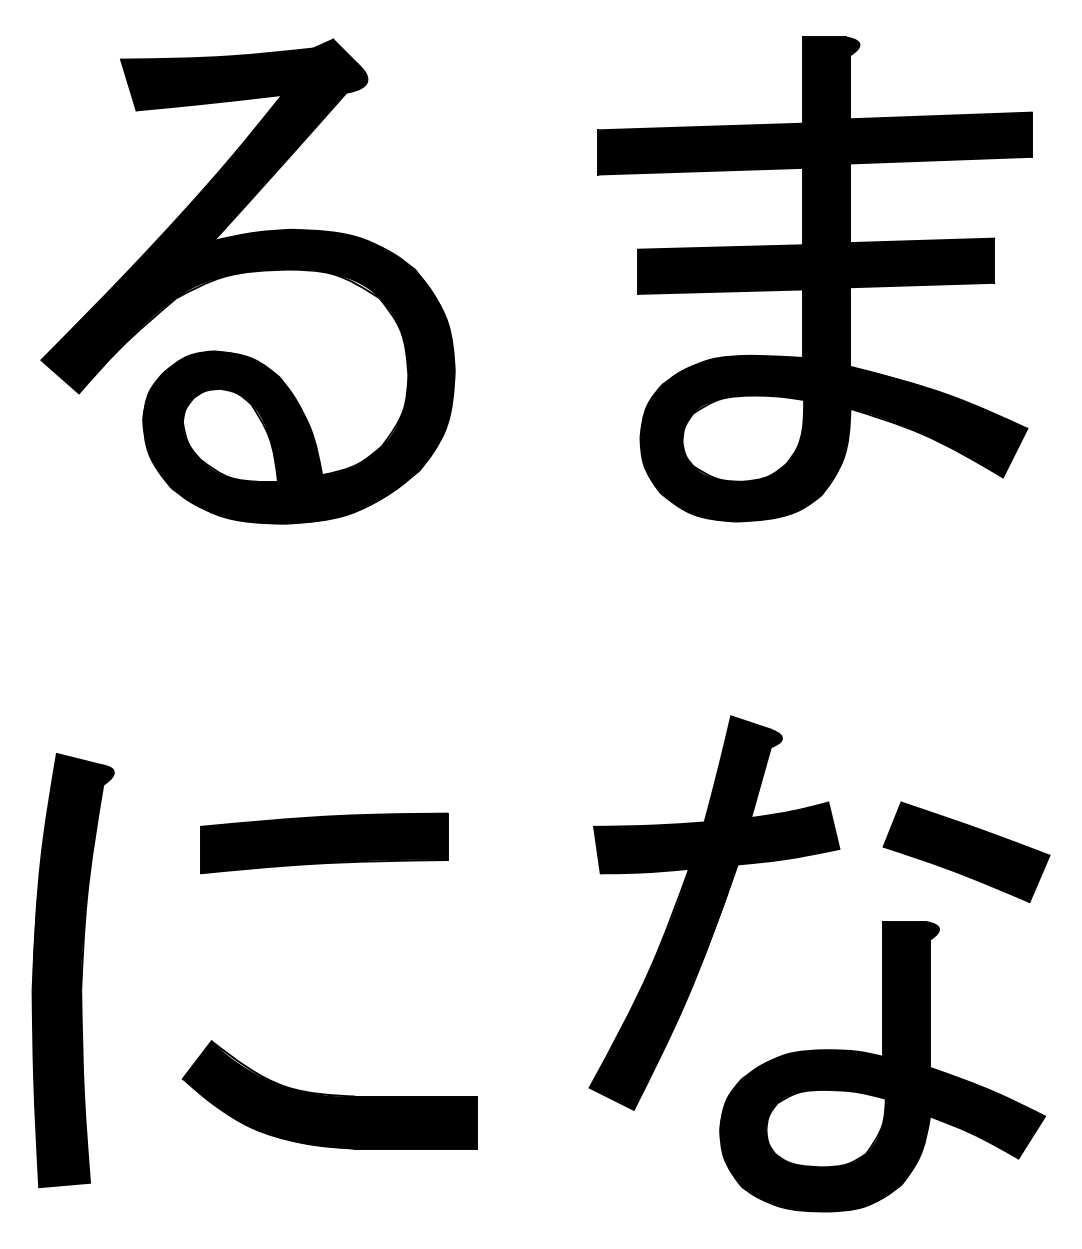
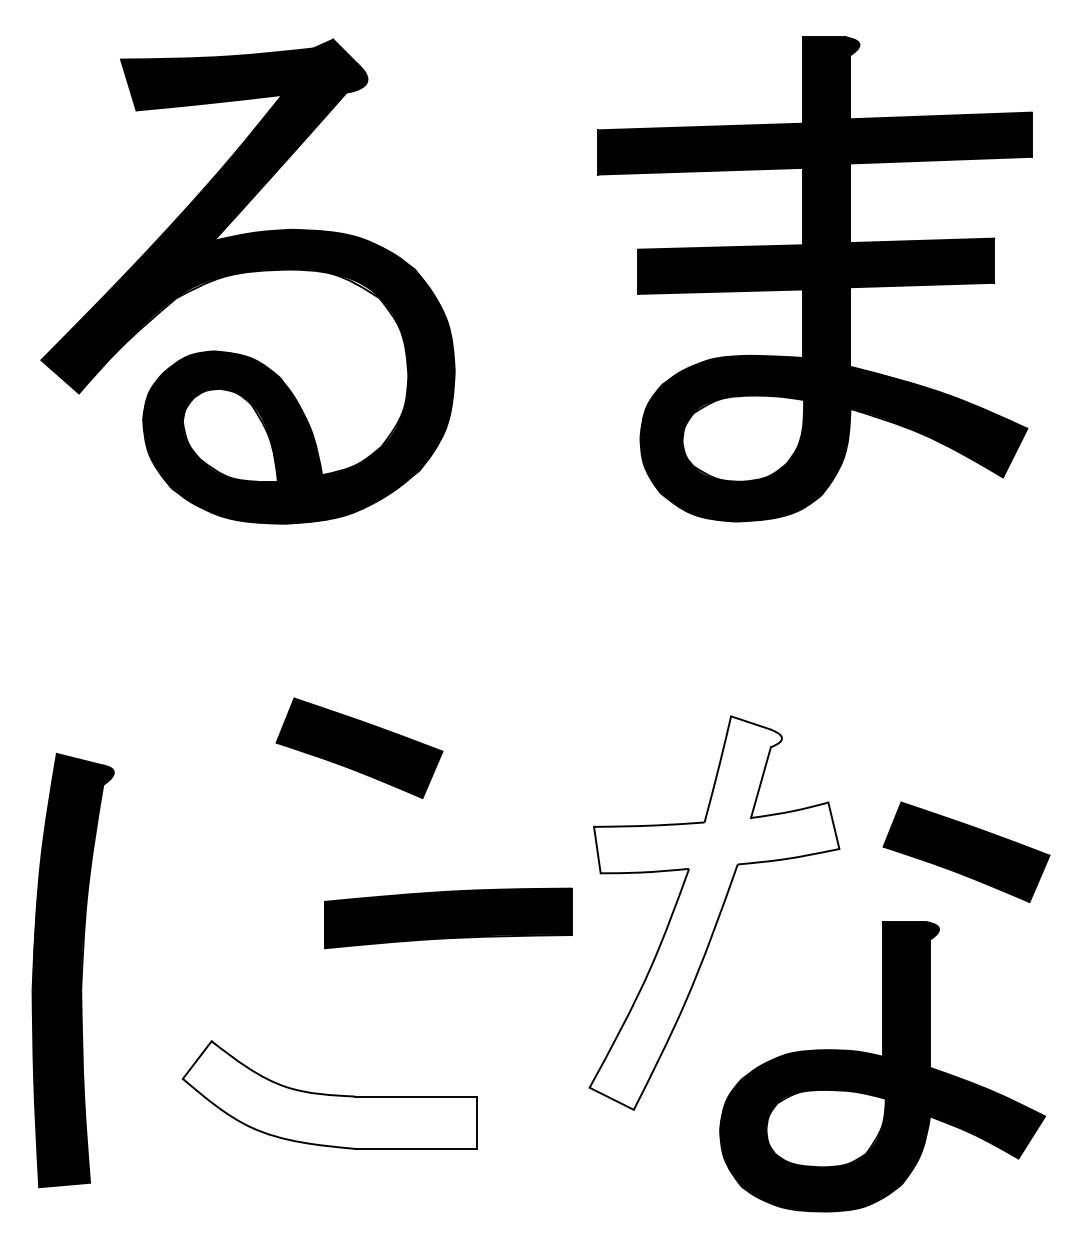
part at (359, 747): none -> present
part at (324, 843) position: (324, 843) -> (448, 918)
fill at (714, 912): present -> none
fill at (329, 1094): present -> none
